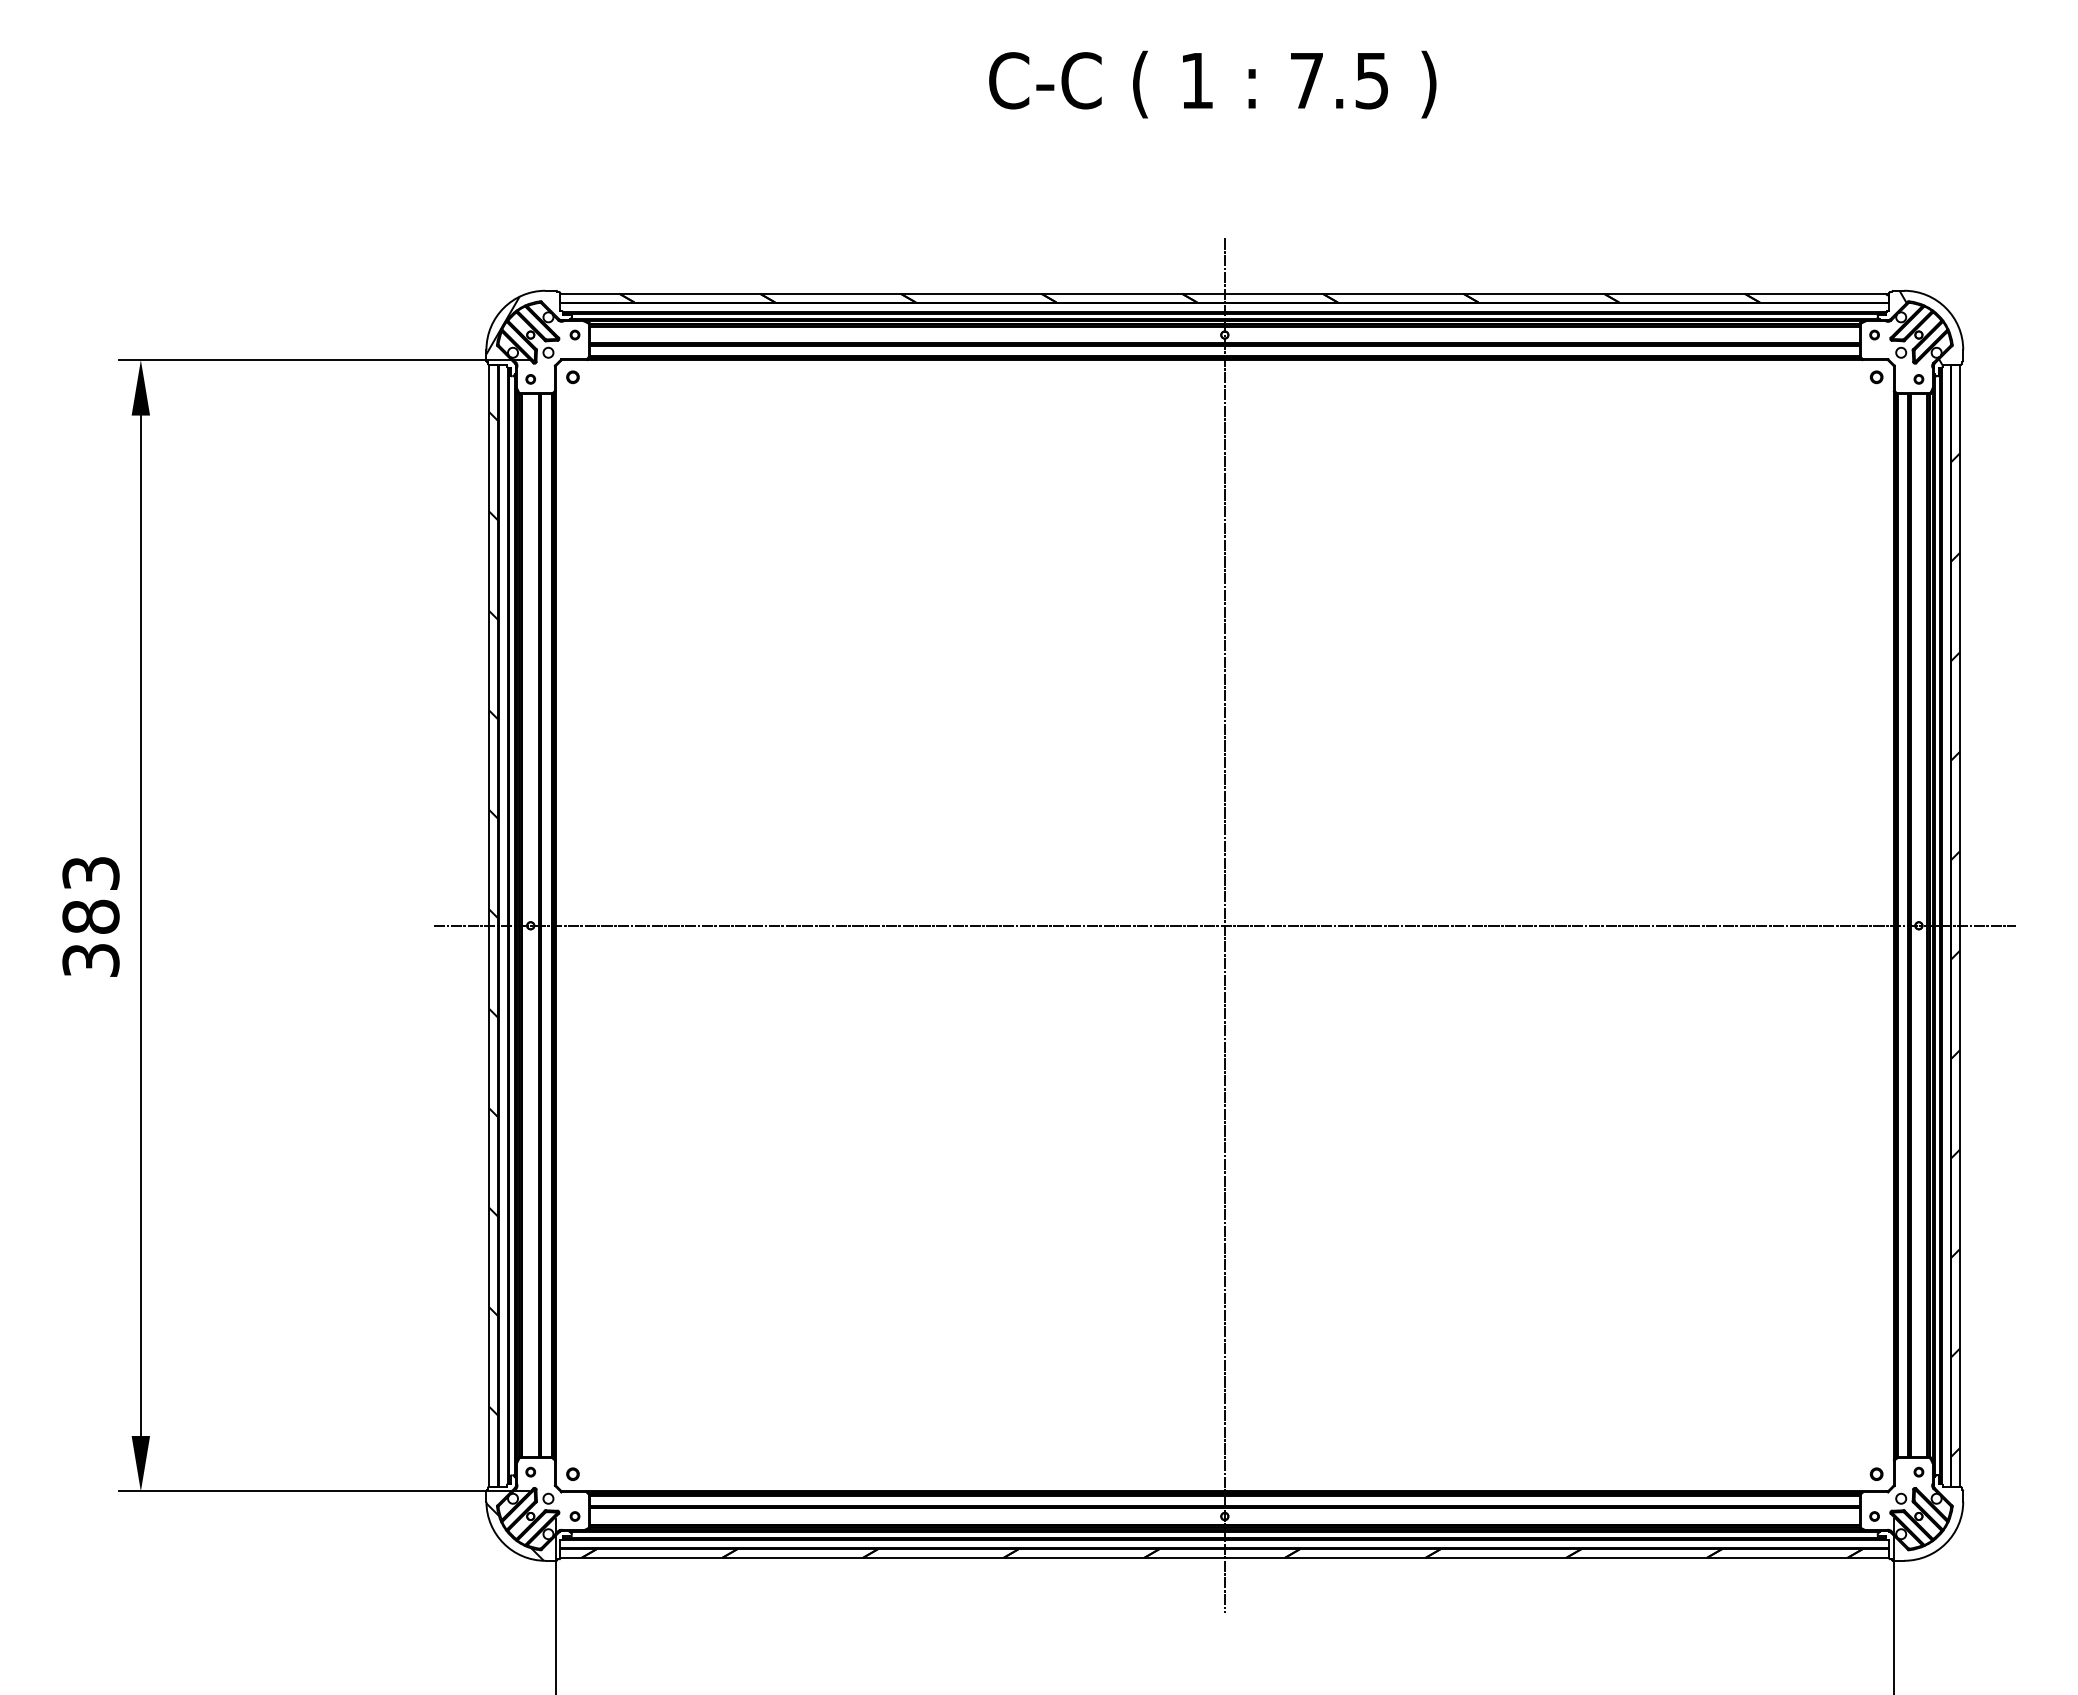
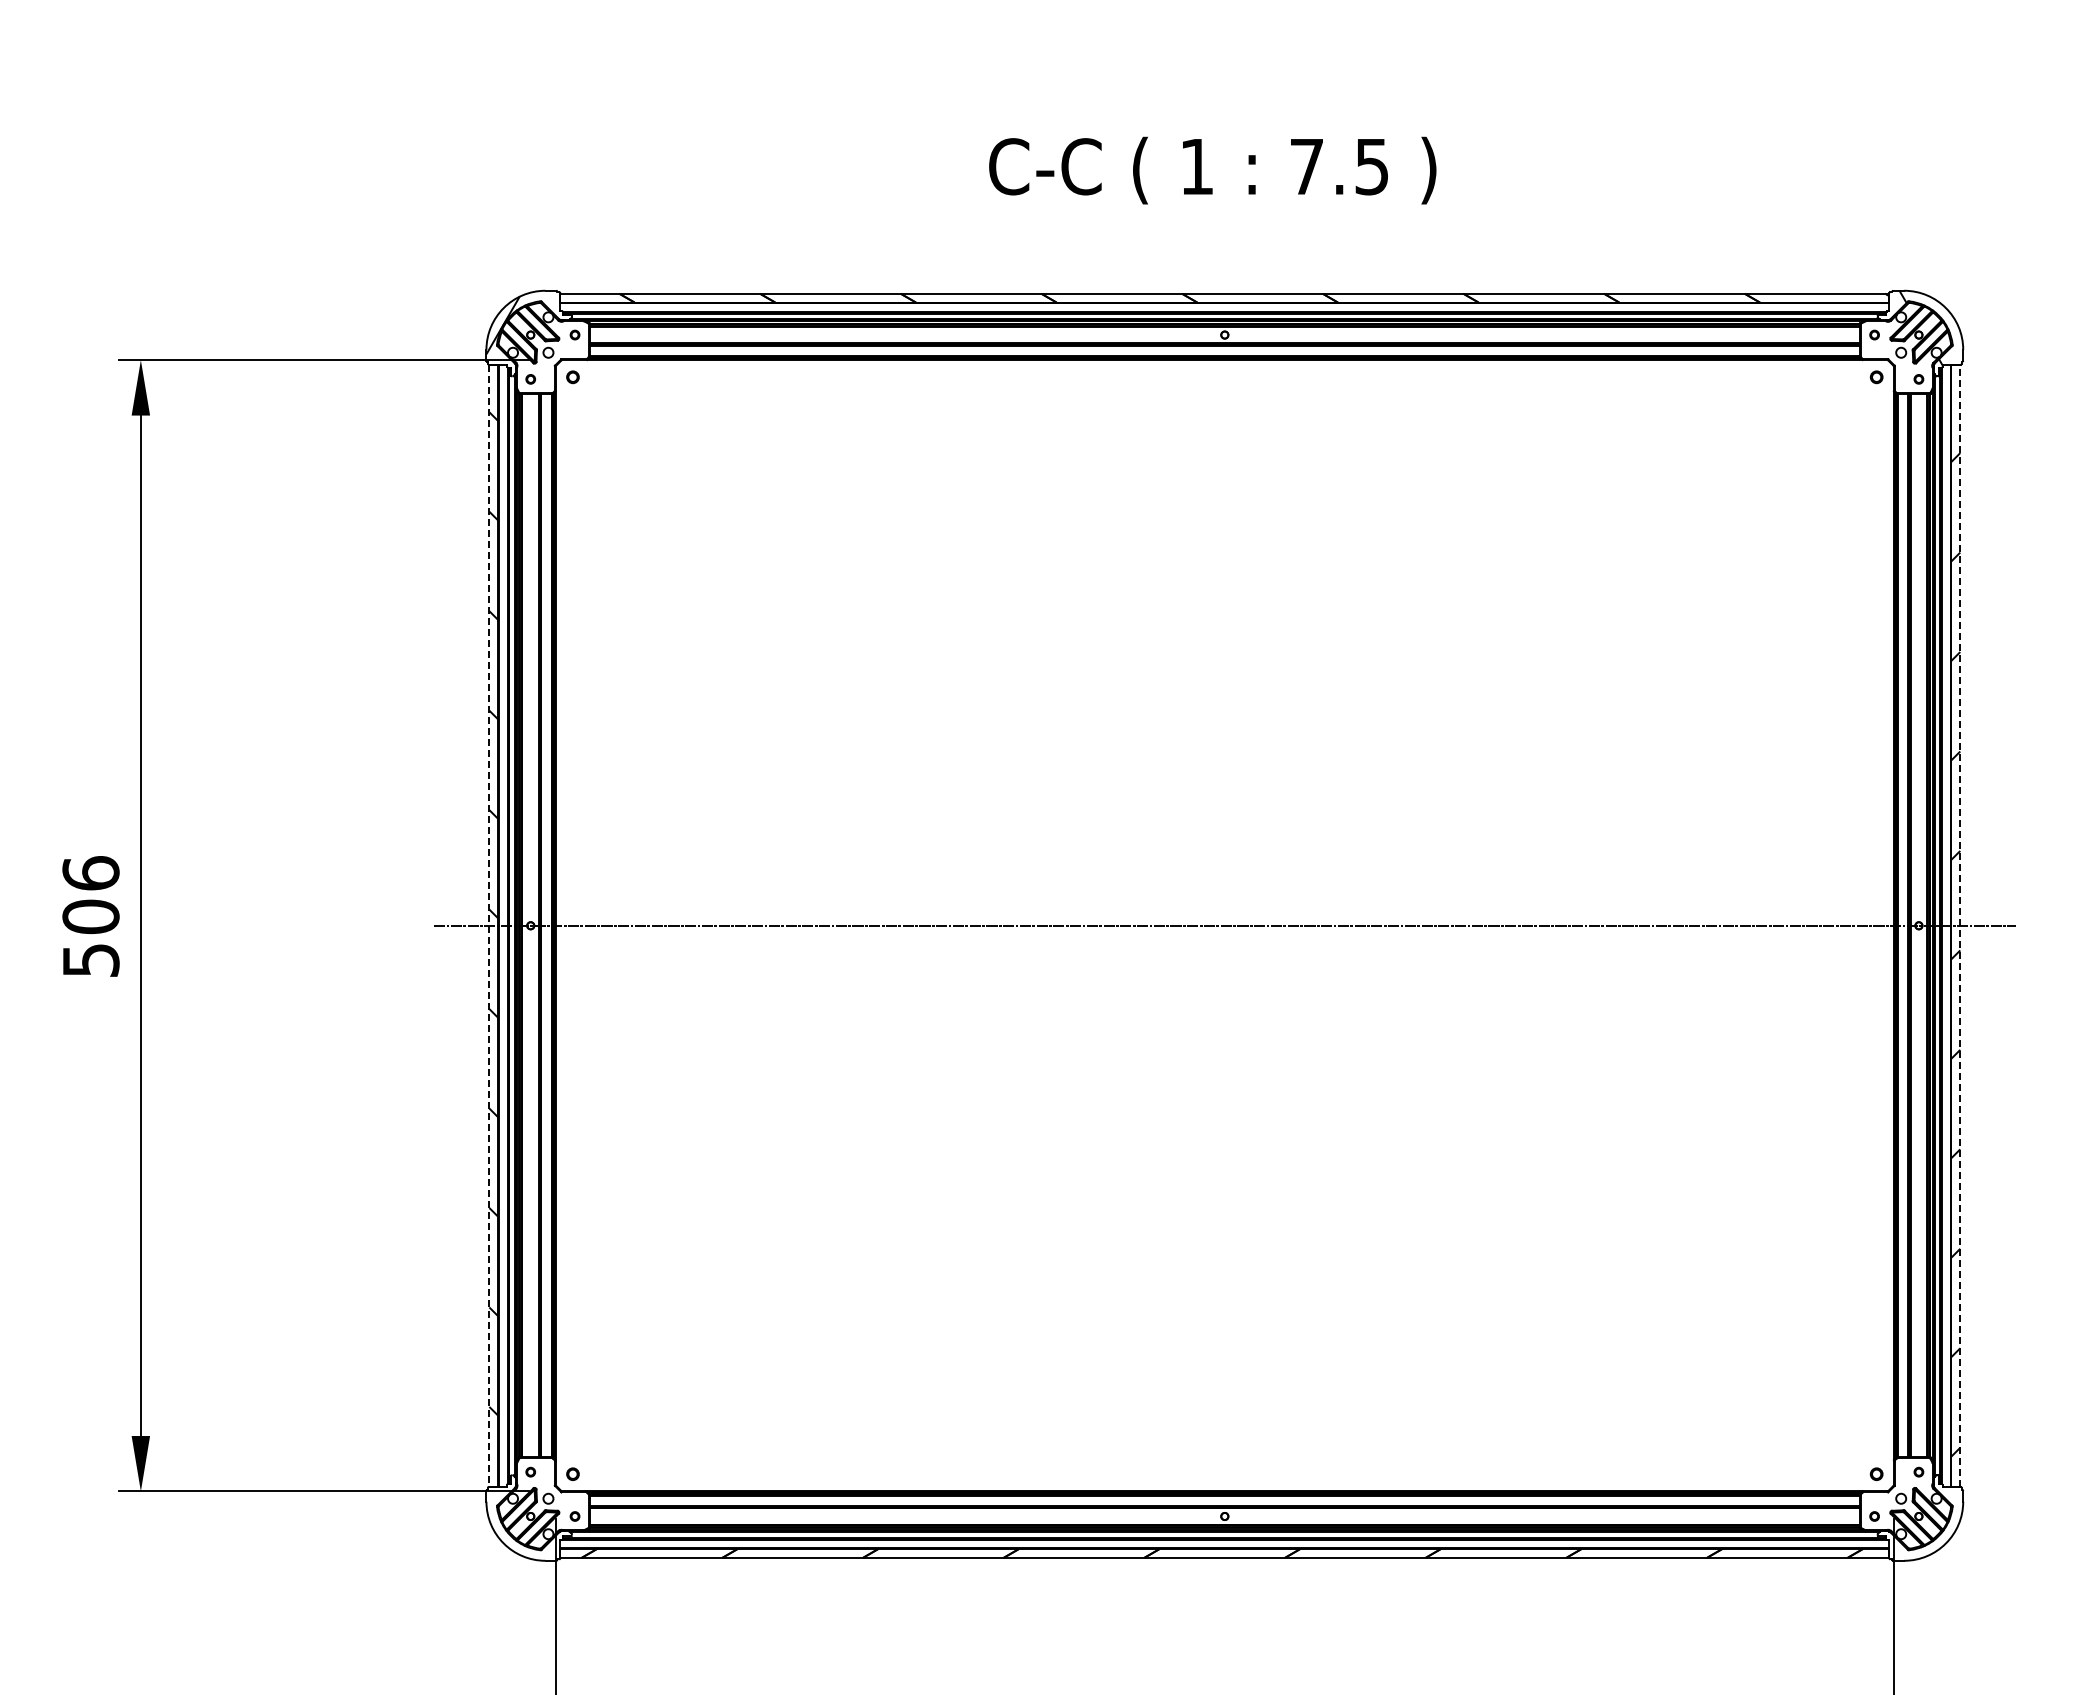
text at (1212, 84) position: (1212, 84) -> (1212, 170)
text at (90, 916): 383 -> 506
line at (1224, 925): present -> none
line at (1960, 925): solid -> dashed
line at (489, 926): solid -> dashed
hatch at (514, 1531): present -> none
